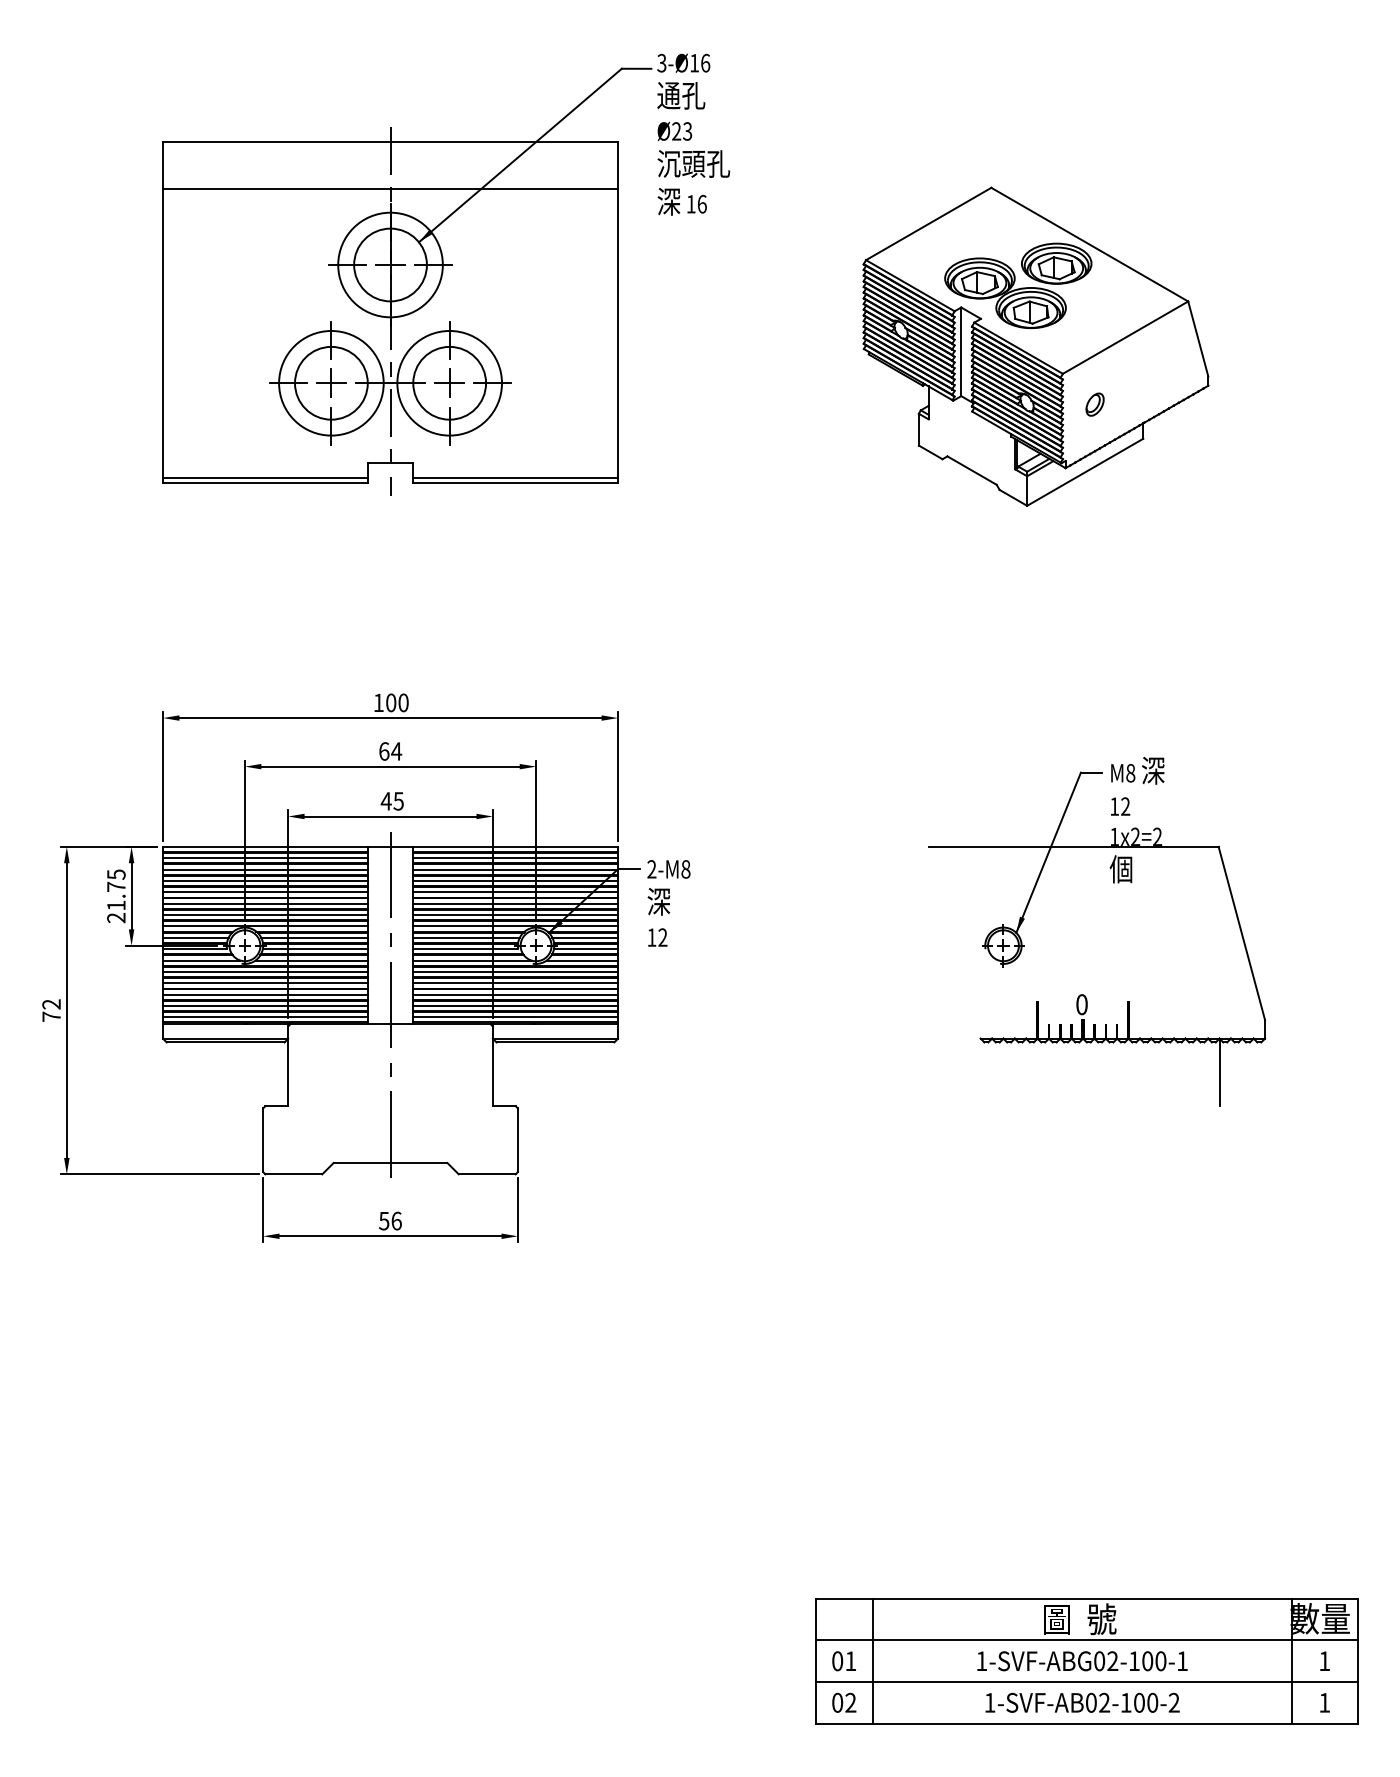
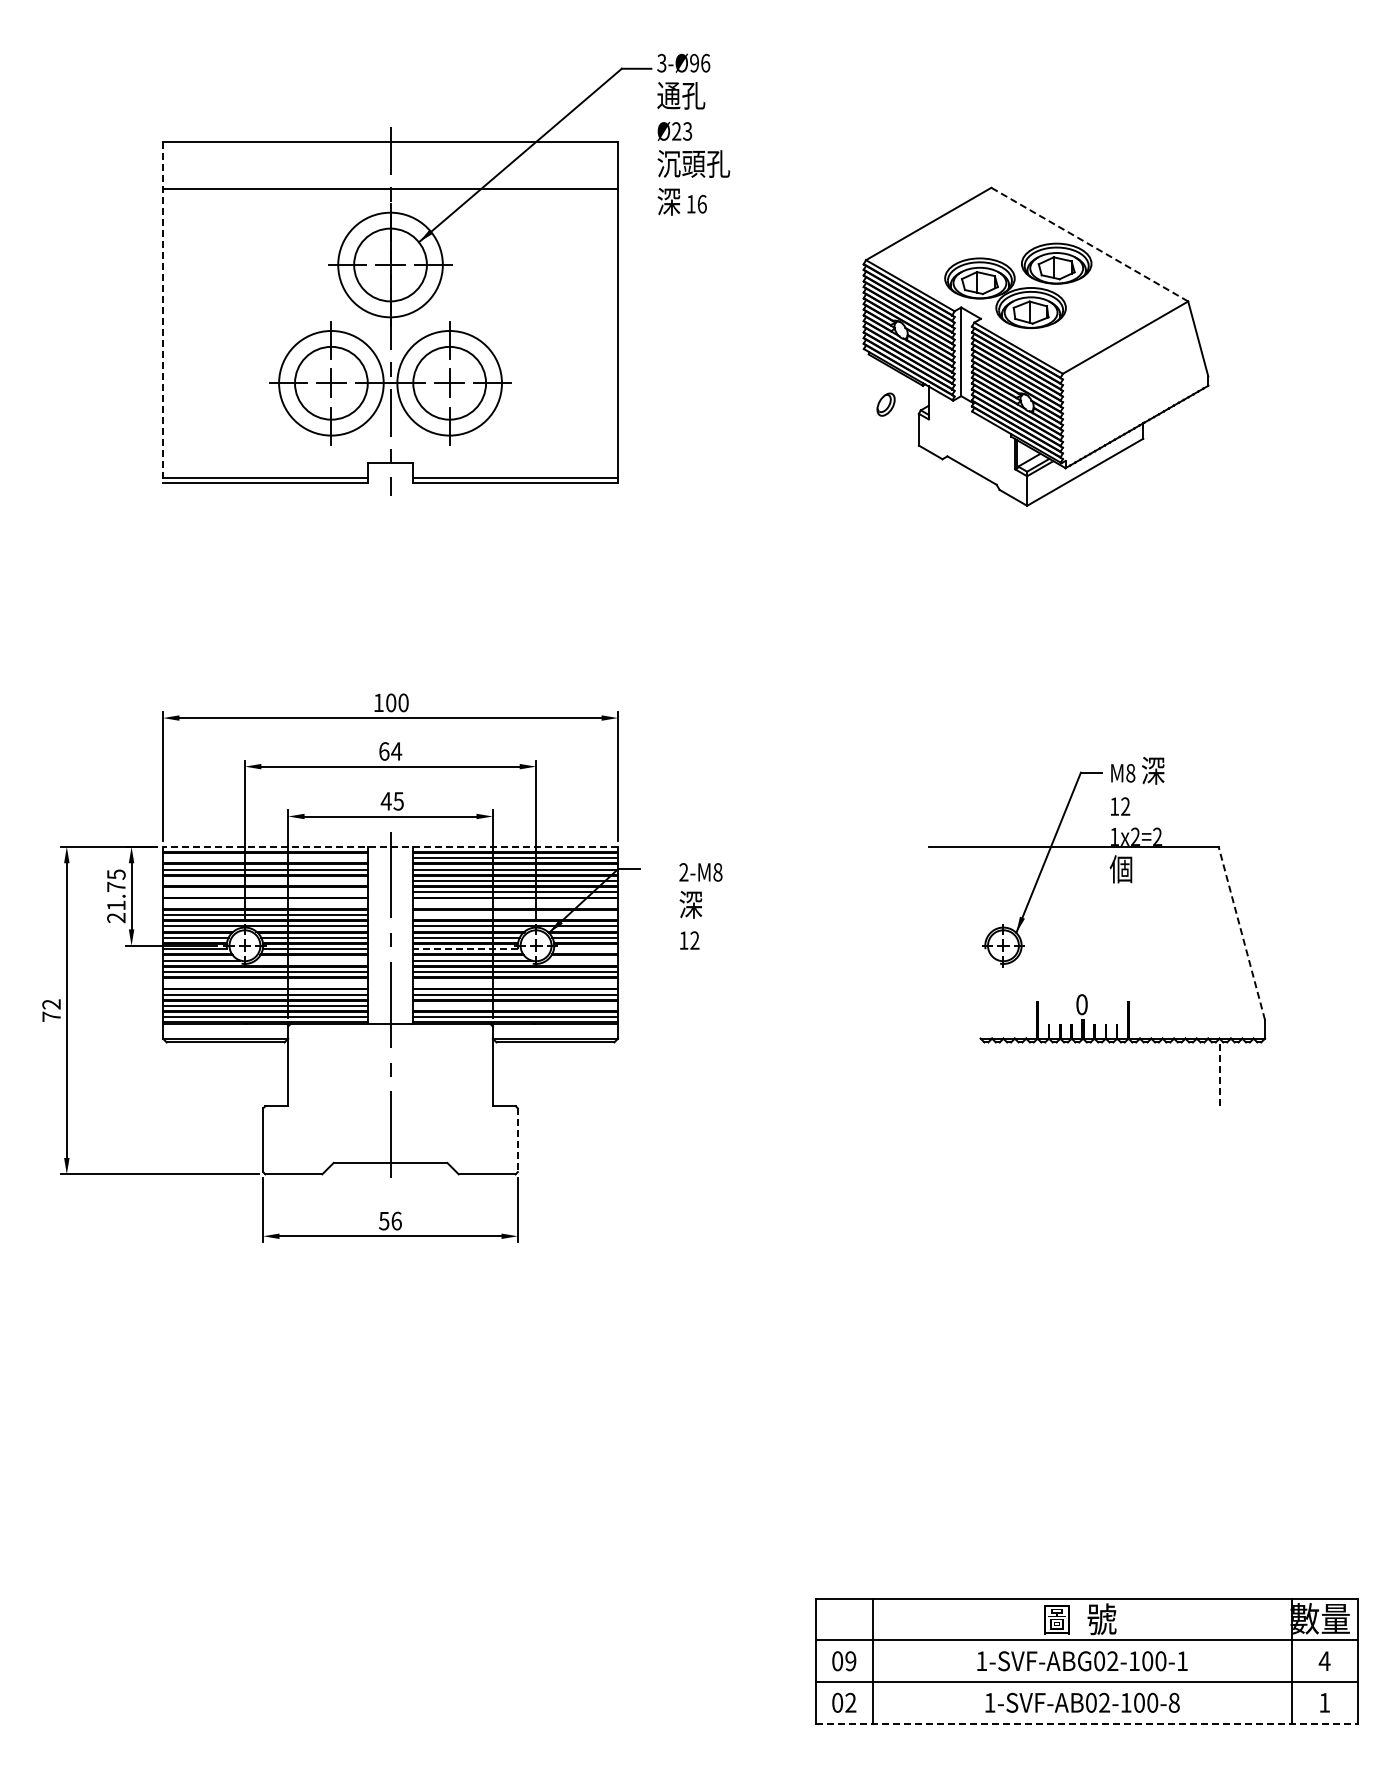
text at (694, 62): 3-Ø16 -> 3-Ø96
line at (1089, 244): solid -> dashed
line at (163, 312): solid -> dashed
part at (1094, 404) position: (1094, 404) -> (885, 404)
line at (390, 846): solid -> dashed
line at (265, 858): present -> none
line at (265, 880): present -> none
line at (265, 892): present -> none
line at (265, 903): present -> none
line at (515, 903): present -> none
text at (668, 903) position: (668, 903) -> (700, 906)
line at (515, 915): present -> none
line at (1241, 933): solid -> dashed
line at (465, 949): solid -> dashed
line at (585, 949): present -> none
line at (311, 960): present -> none
line at (581, 960): present -> none
line at (265, 983): present -> none
line at (515, 983): present -> none
line at (515, 1006): present -> none
line at (1219, 1072): solid -> dashed
line at (517, 1140): solid -> dashed
text at (1324, 1660): 1 -> 4
text at (850, 1661): 01 -> 09
text at (1173, 1702): 1-SVF-AB02-100-2 -> 1-SVF-AB02-100-8
line at (1086, 1723): solid -> dashed
